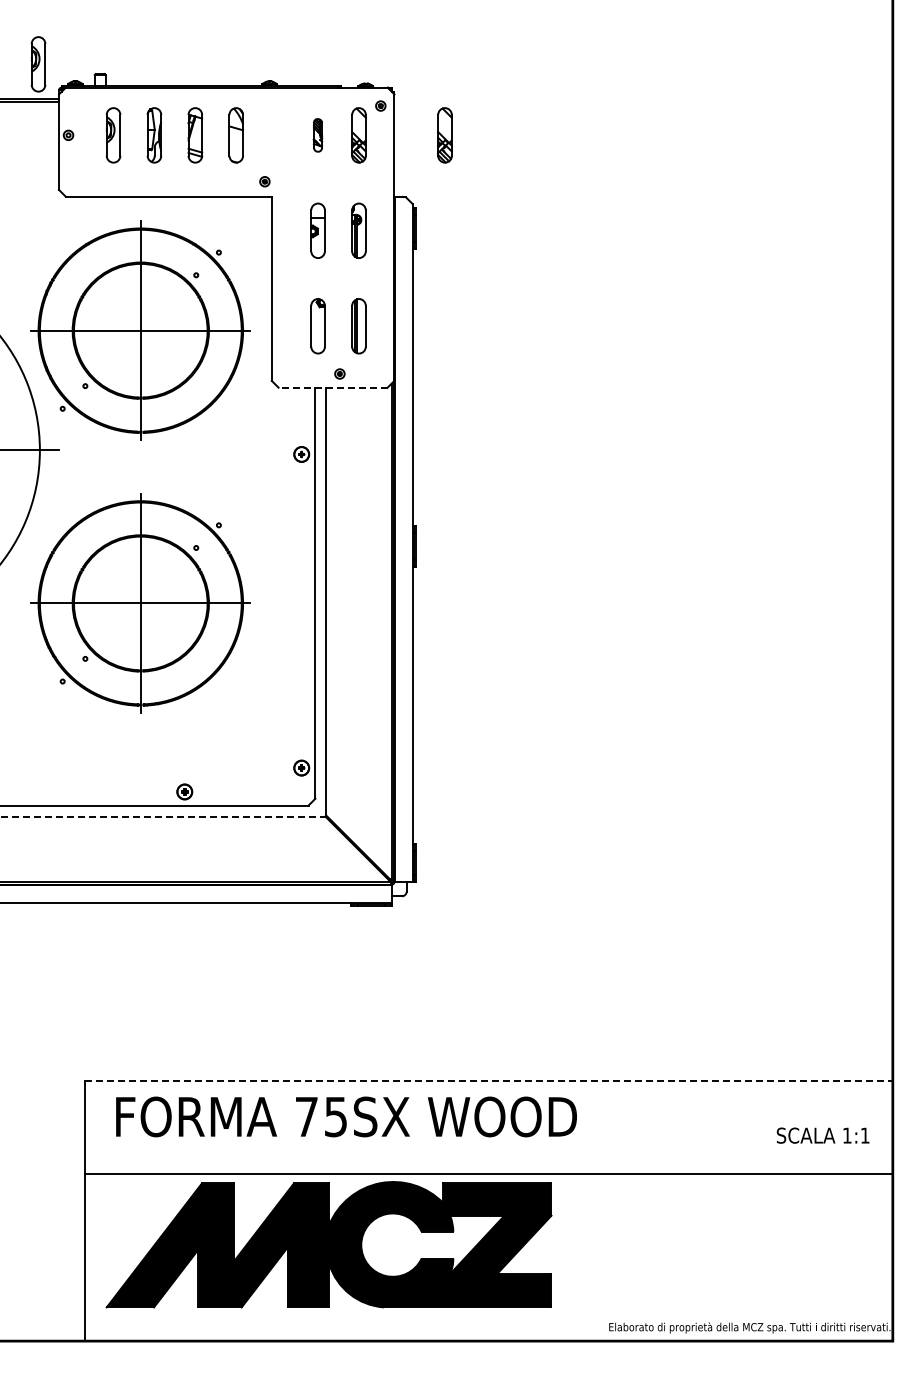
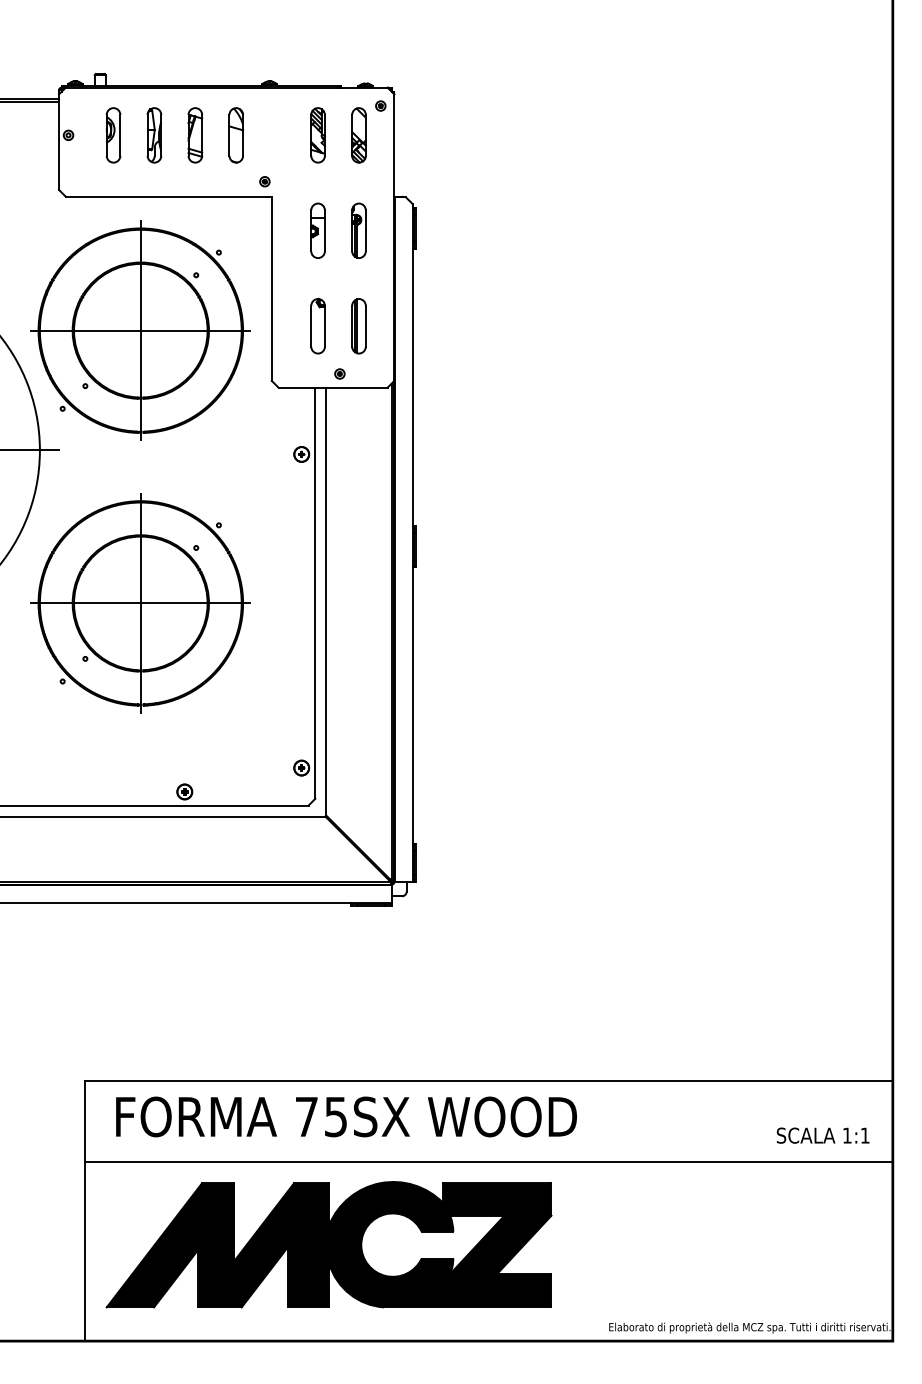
part at (38, 64): present -> none
part at (317, 135) size: 12x35 px -> 16x57 px
part at (444, 135): present -> none
line at (333, 387): dashed -> solid
line at (163, 816): dashed -> solid
line at (489, 1080): dashed -> solid
line at (488, 1174) position: (488, 1174) -> (488, 1162)
